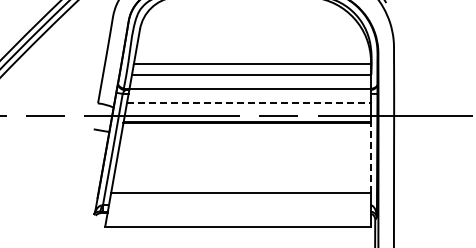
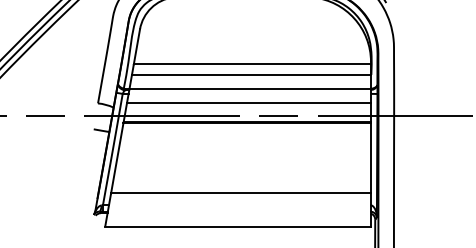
line at (249, 103): dashed -> solid
line at (371, 157): dashed -> solid
